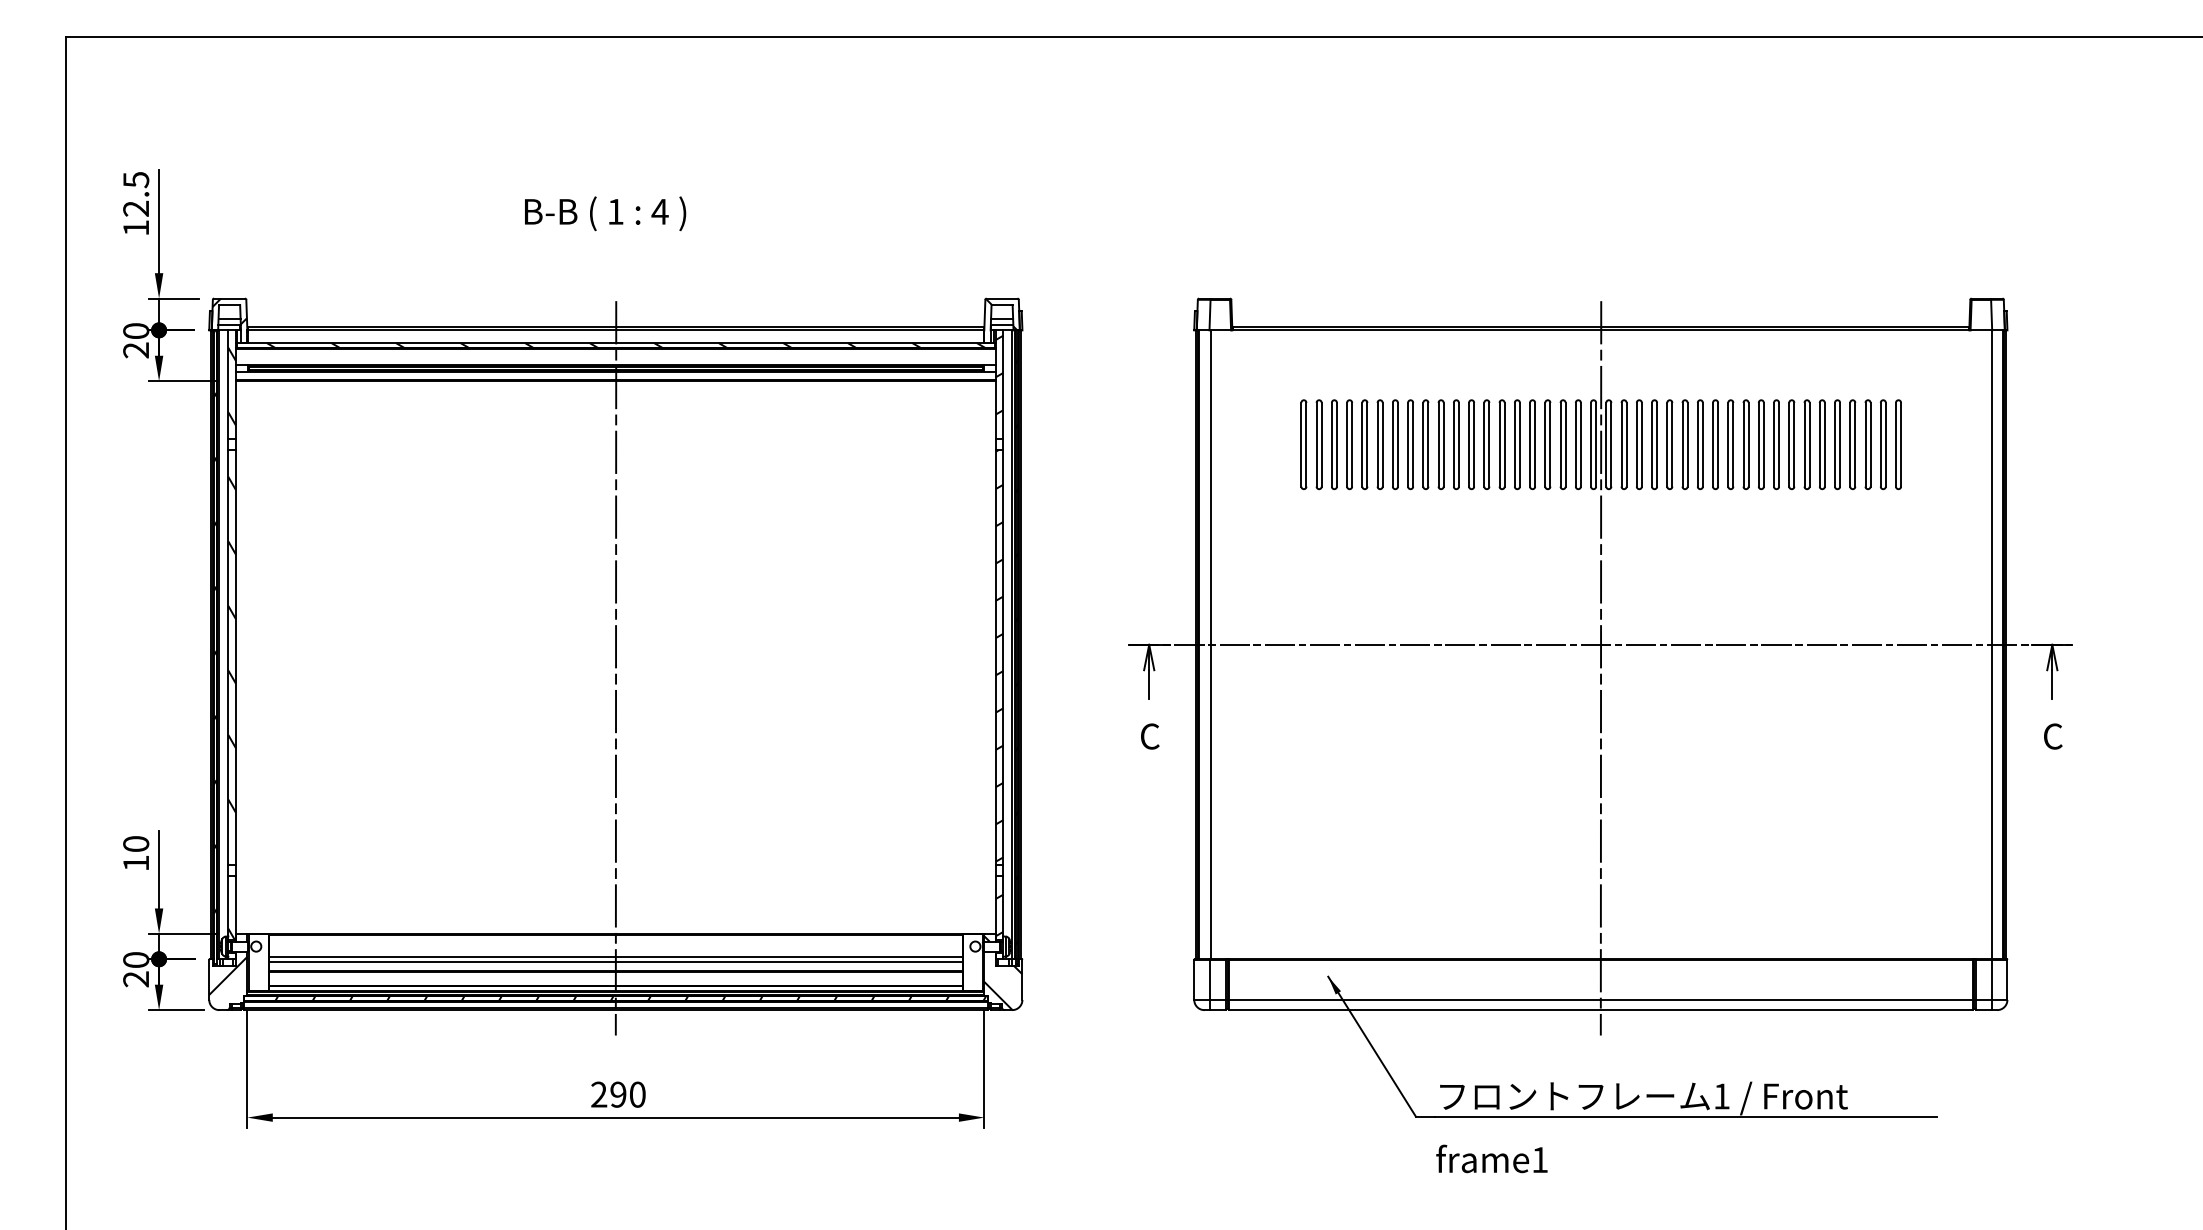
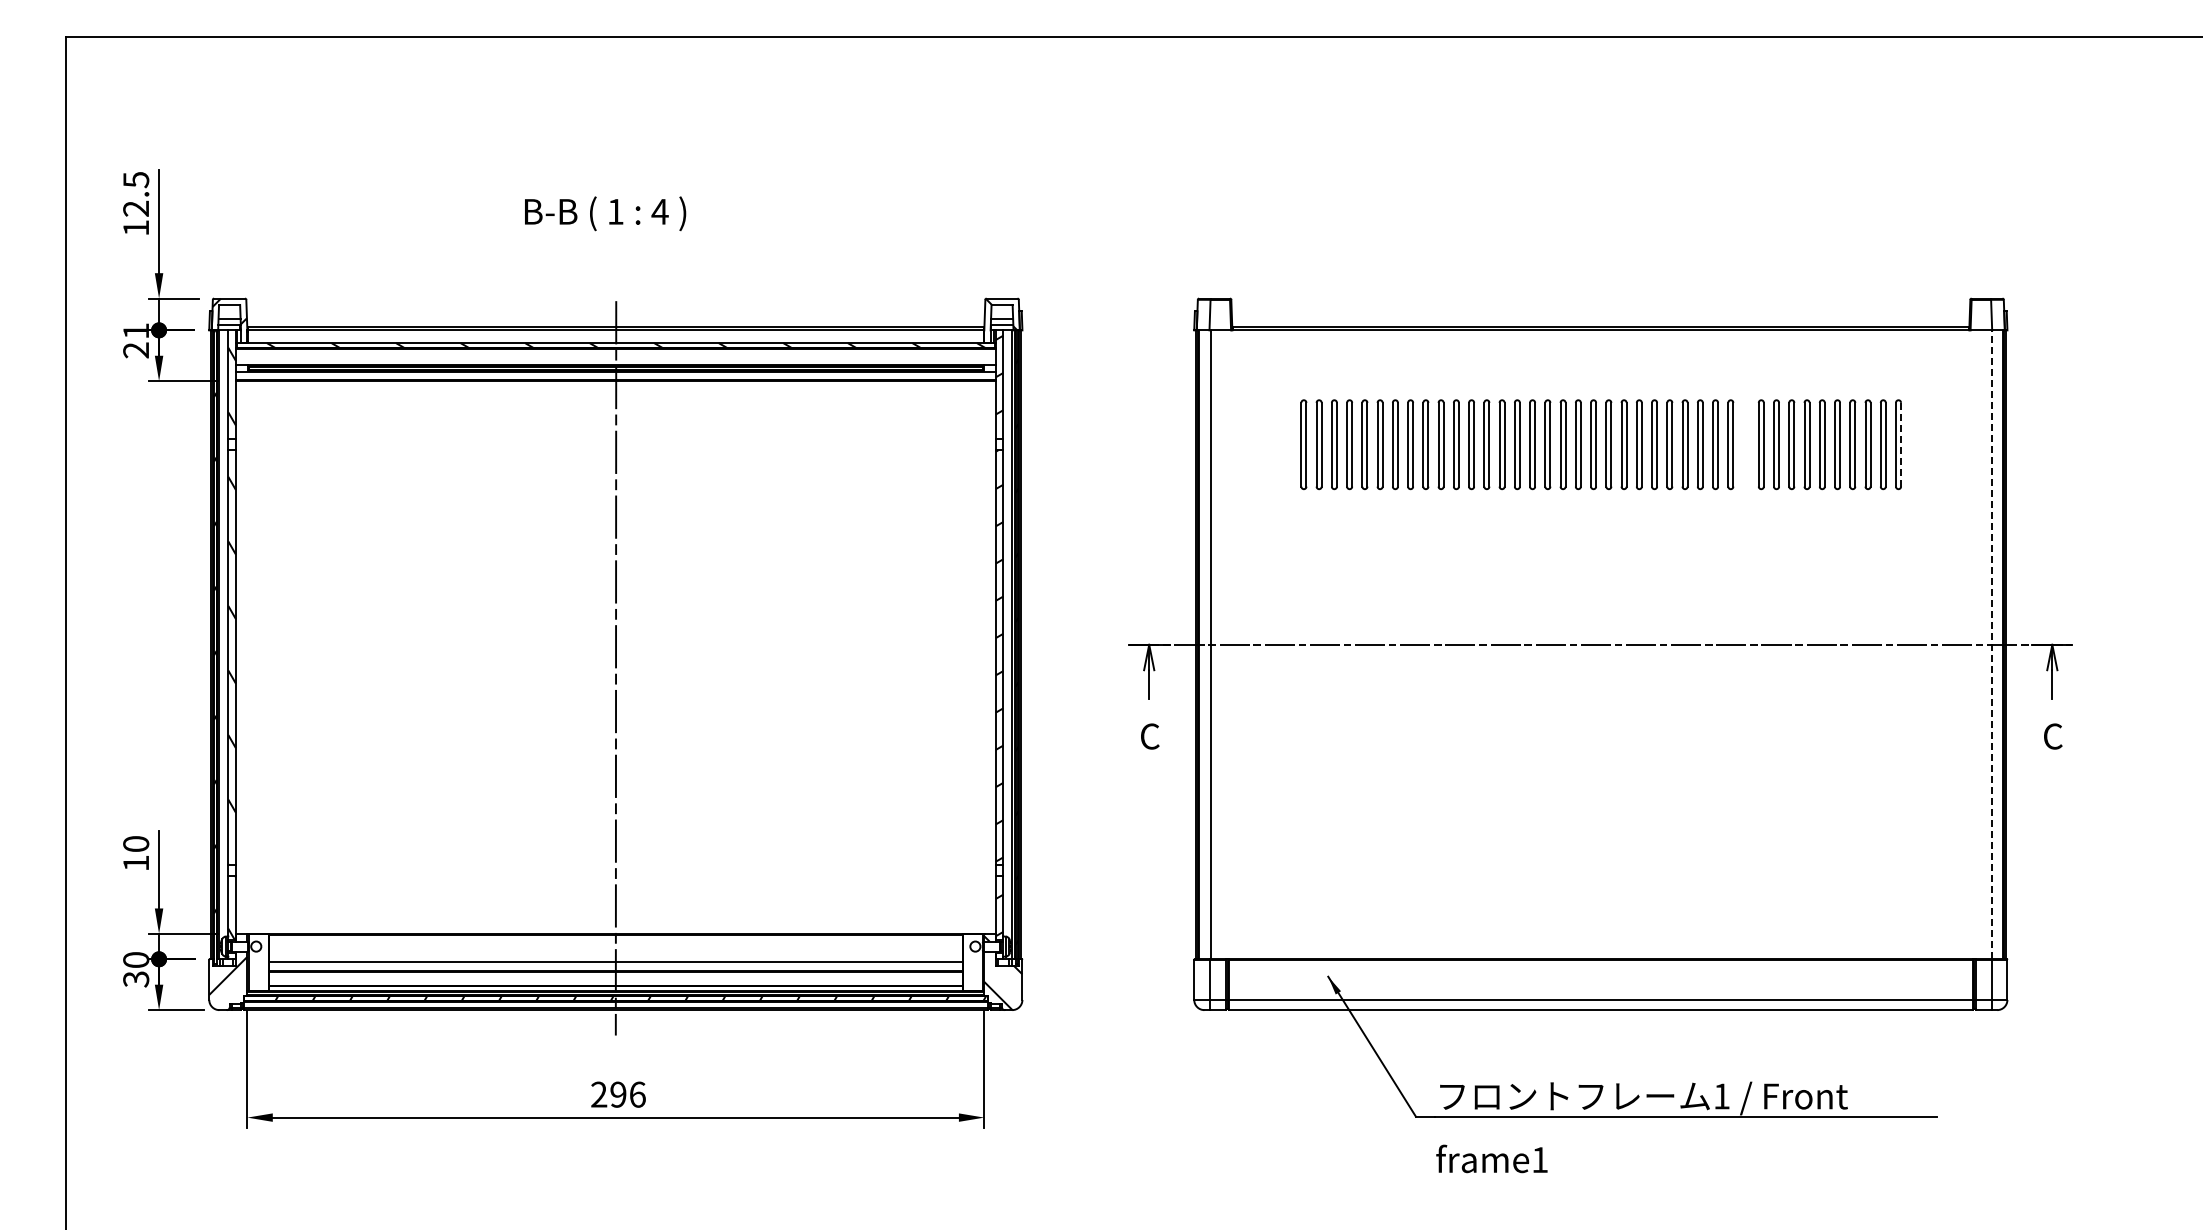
text at (136, 330): 20 -> 21
part at (1745, 444): present -> none
line at (1901, 444): solid -> dashed
line at (1991, 644): solid -> dashed
line at (1600, 668): present -> none
line at (615, 956): present -> none
text at (136, 979): 20 -> 30
text at (637, 1094): 290 -> 296
